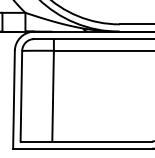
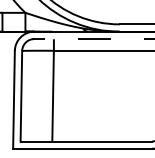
line at (94, 39): solid -> dashed
